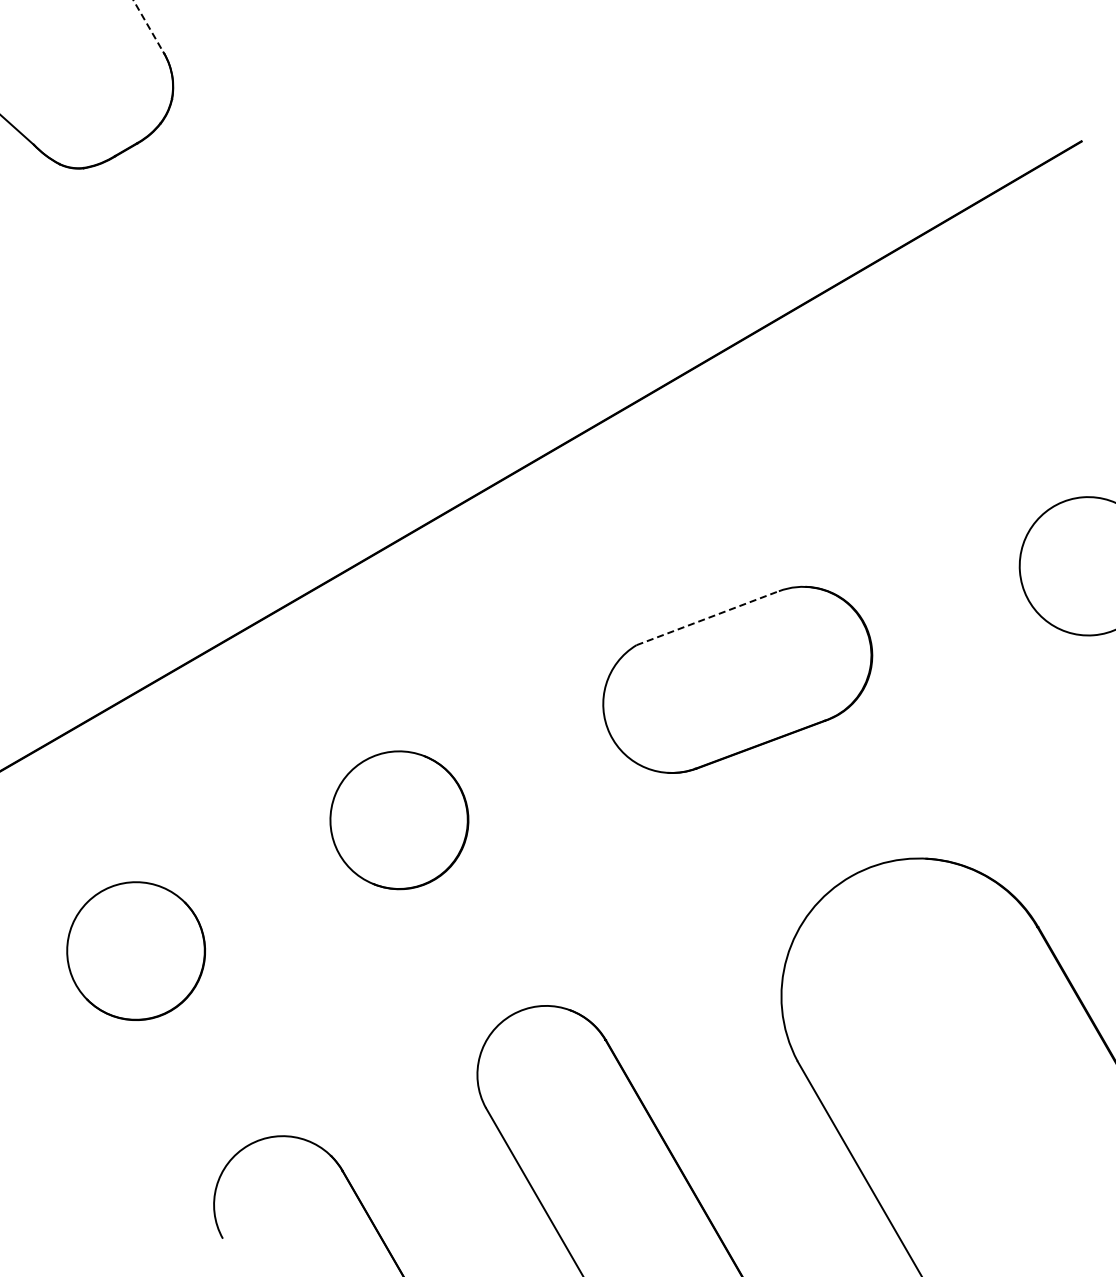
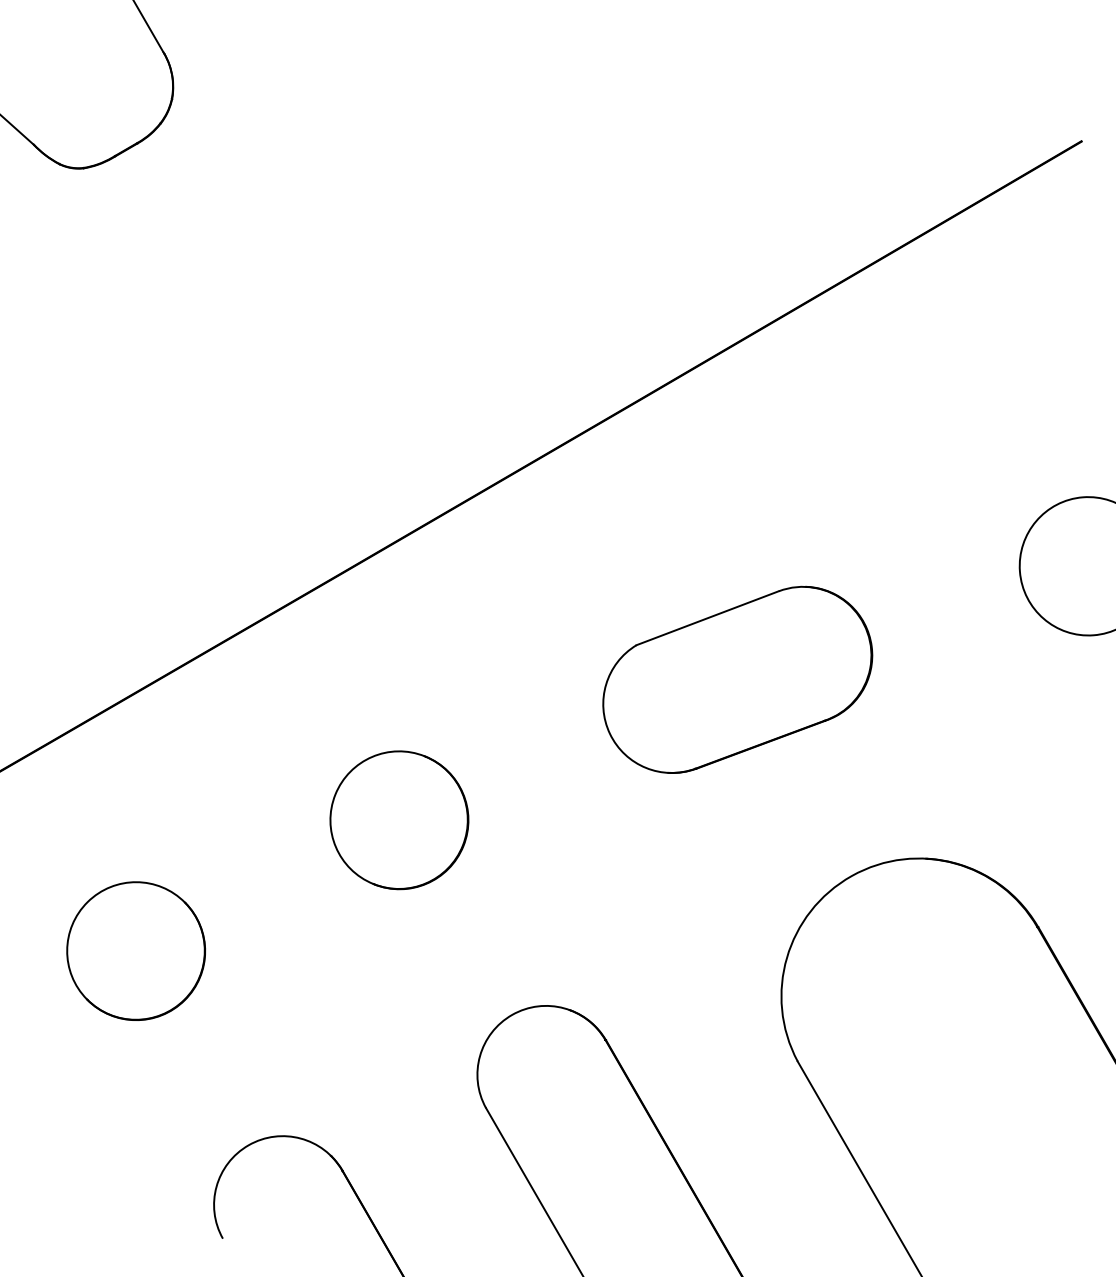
line at (148, 26): dashed -> solid
line at (708, 618): dashed -> solid
